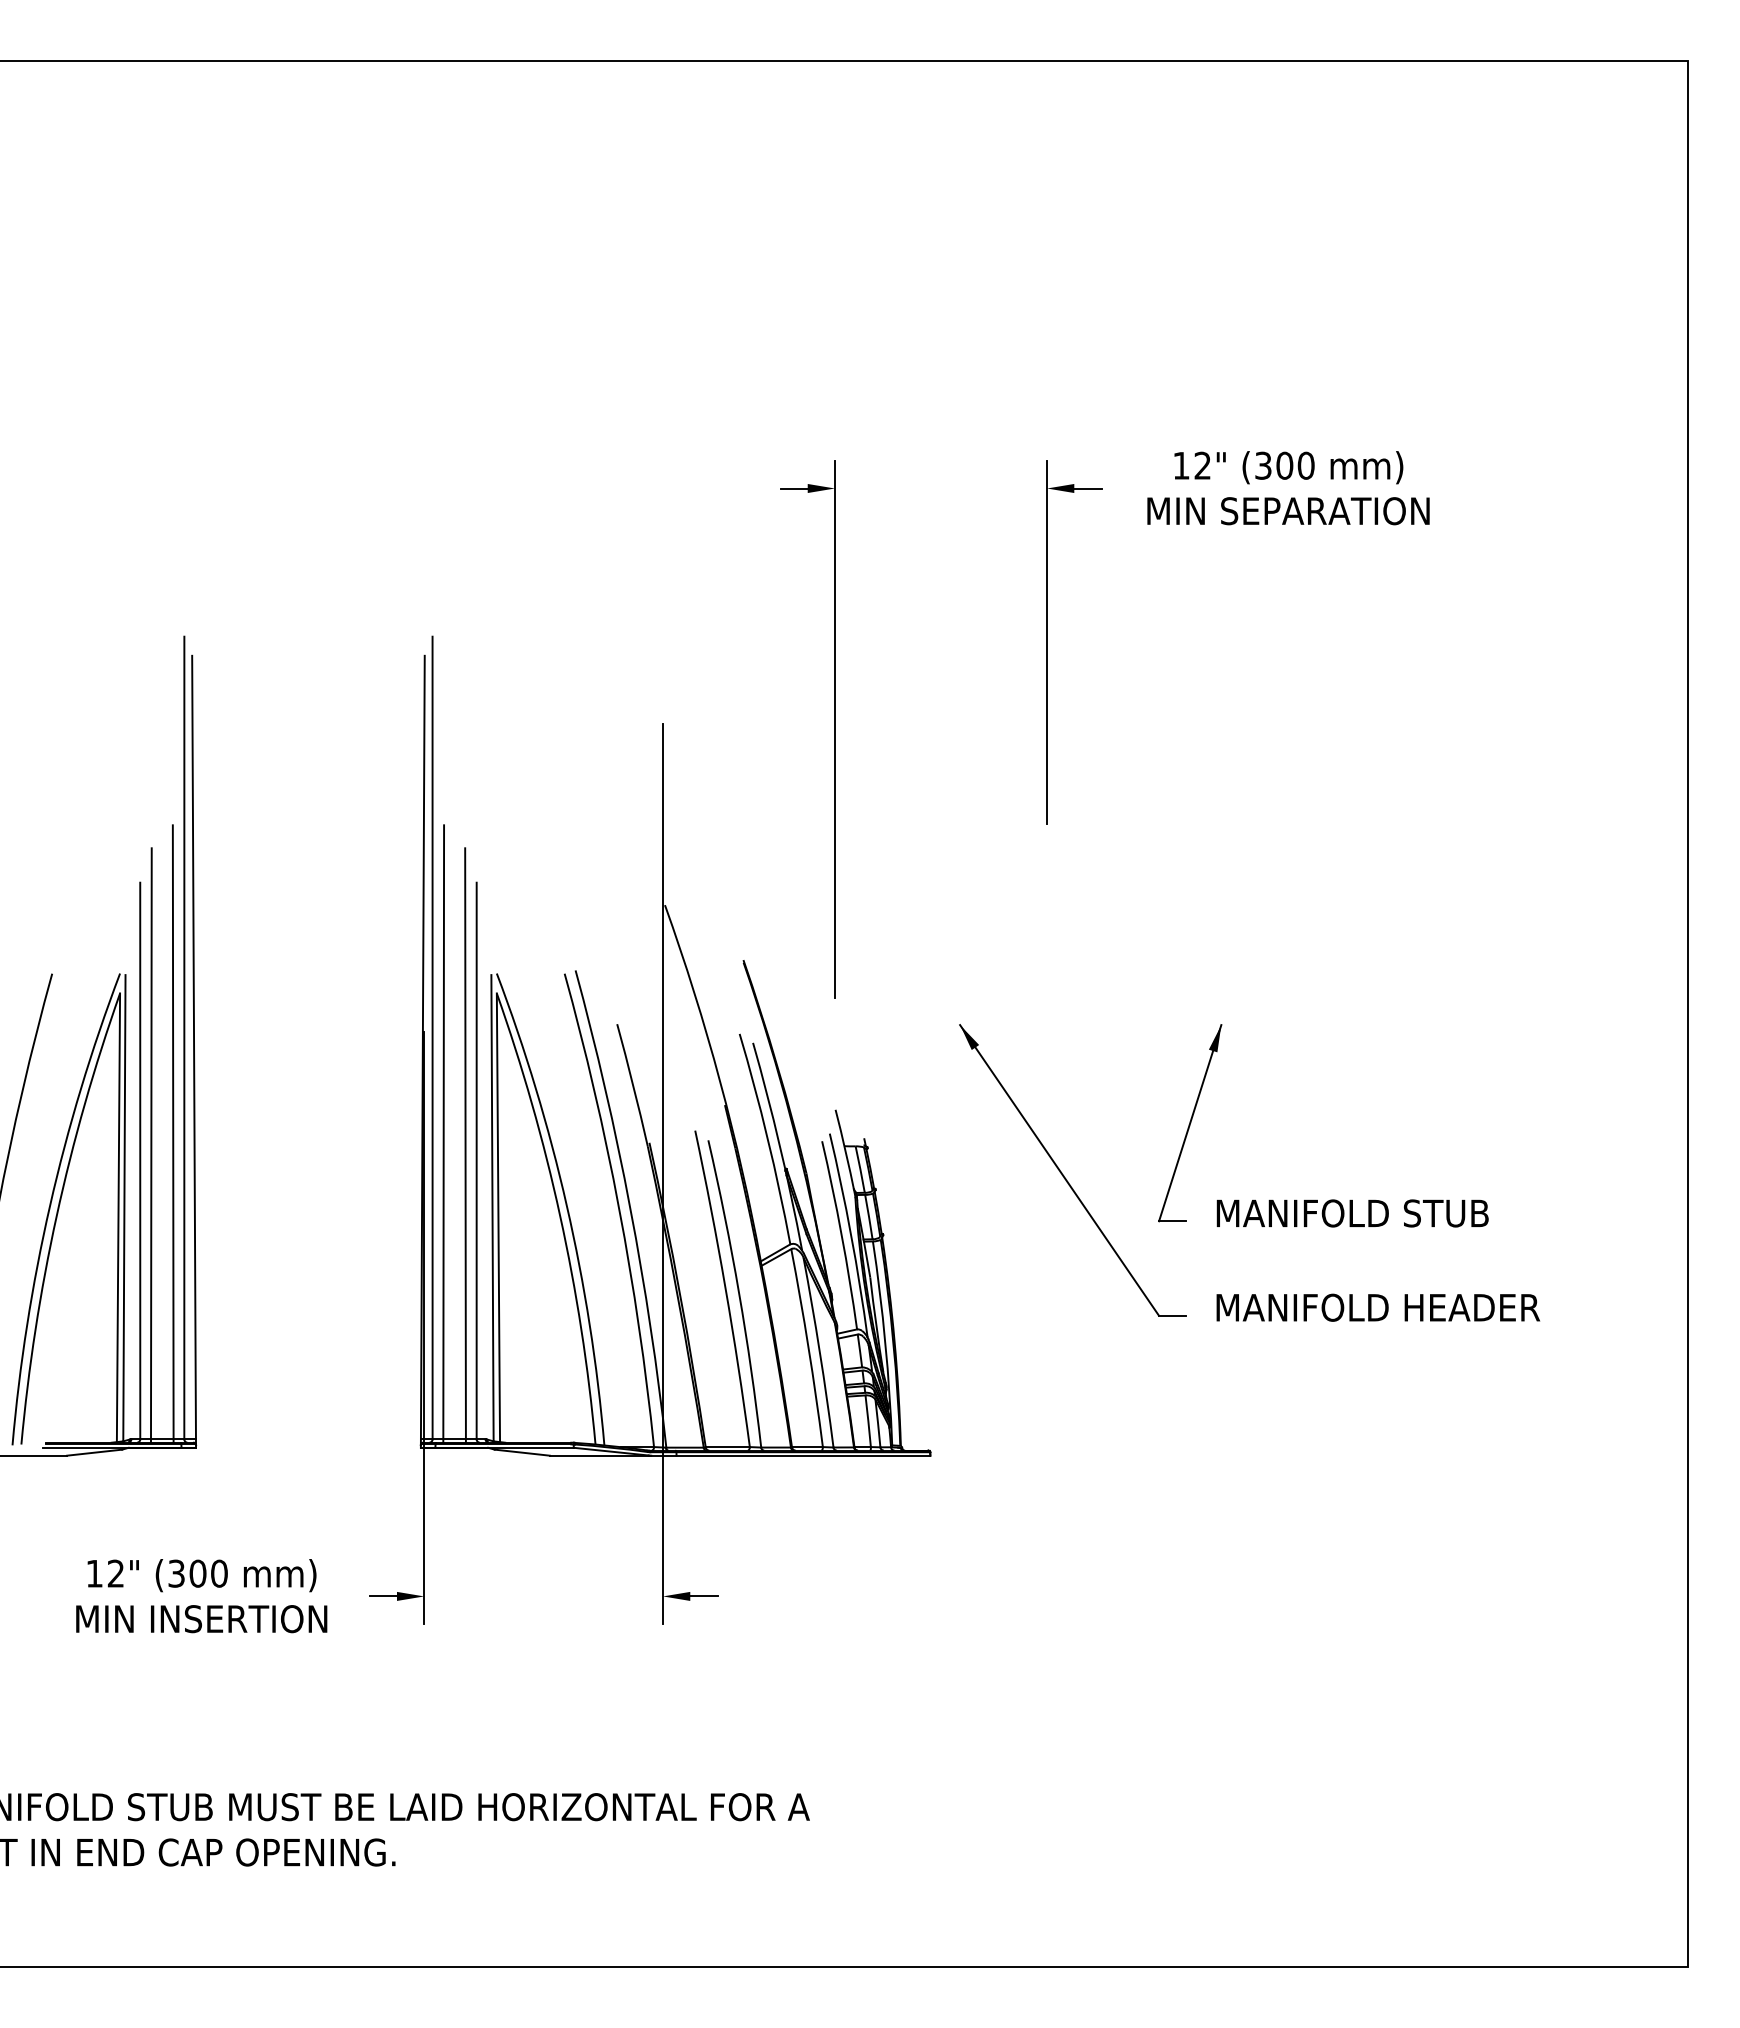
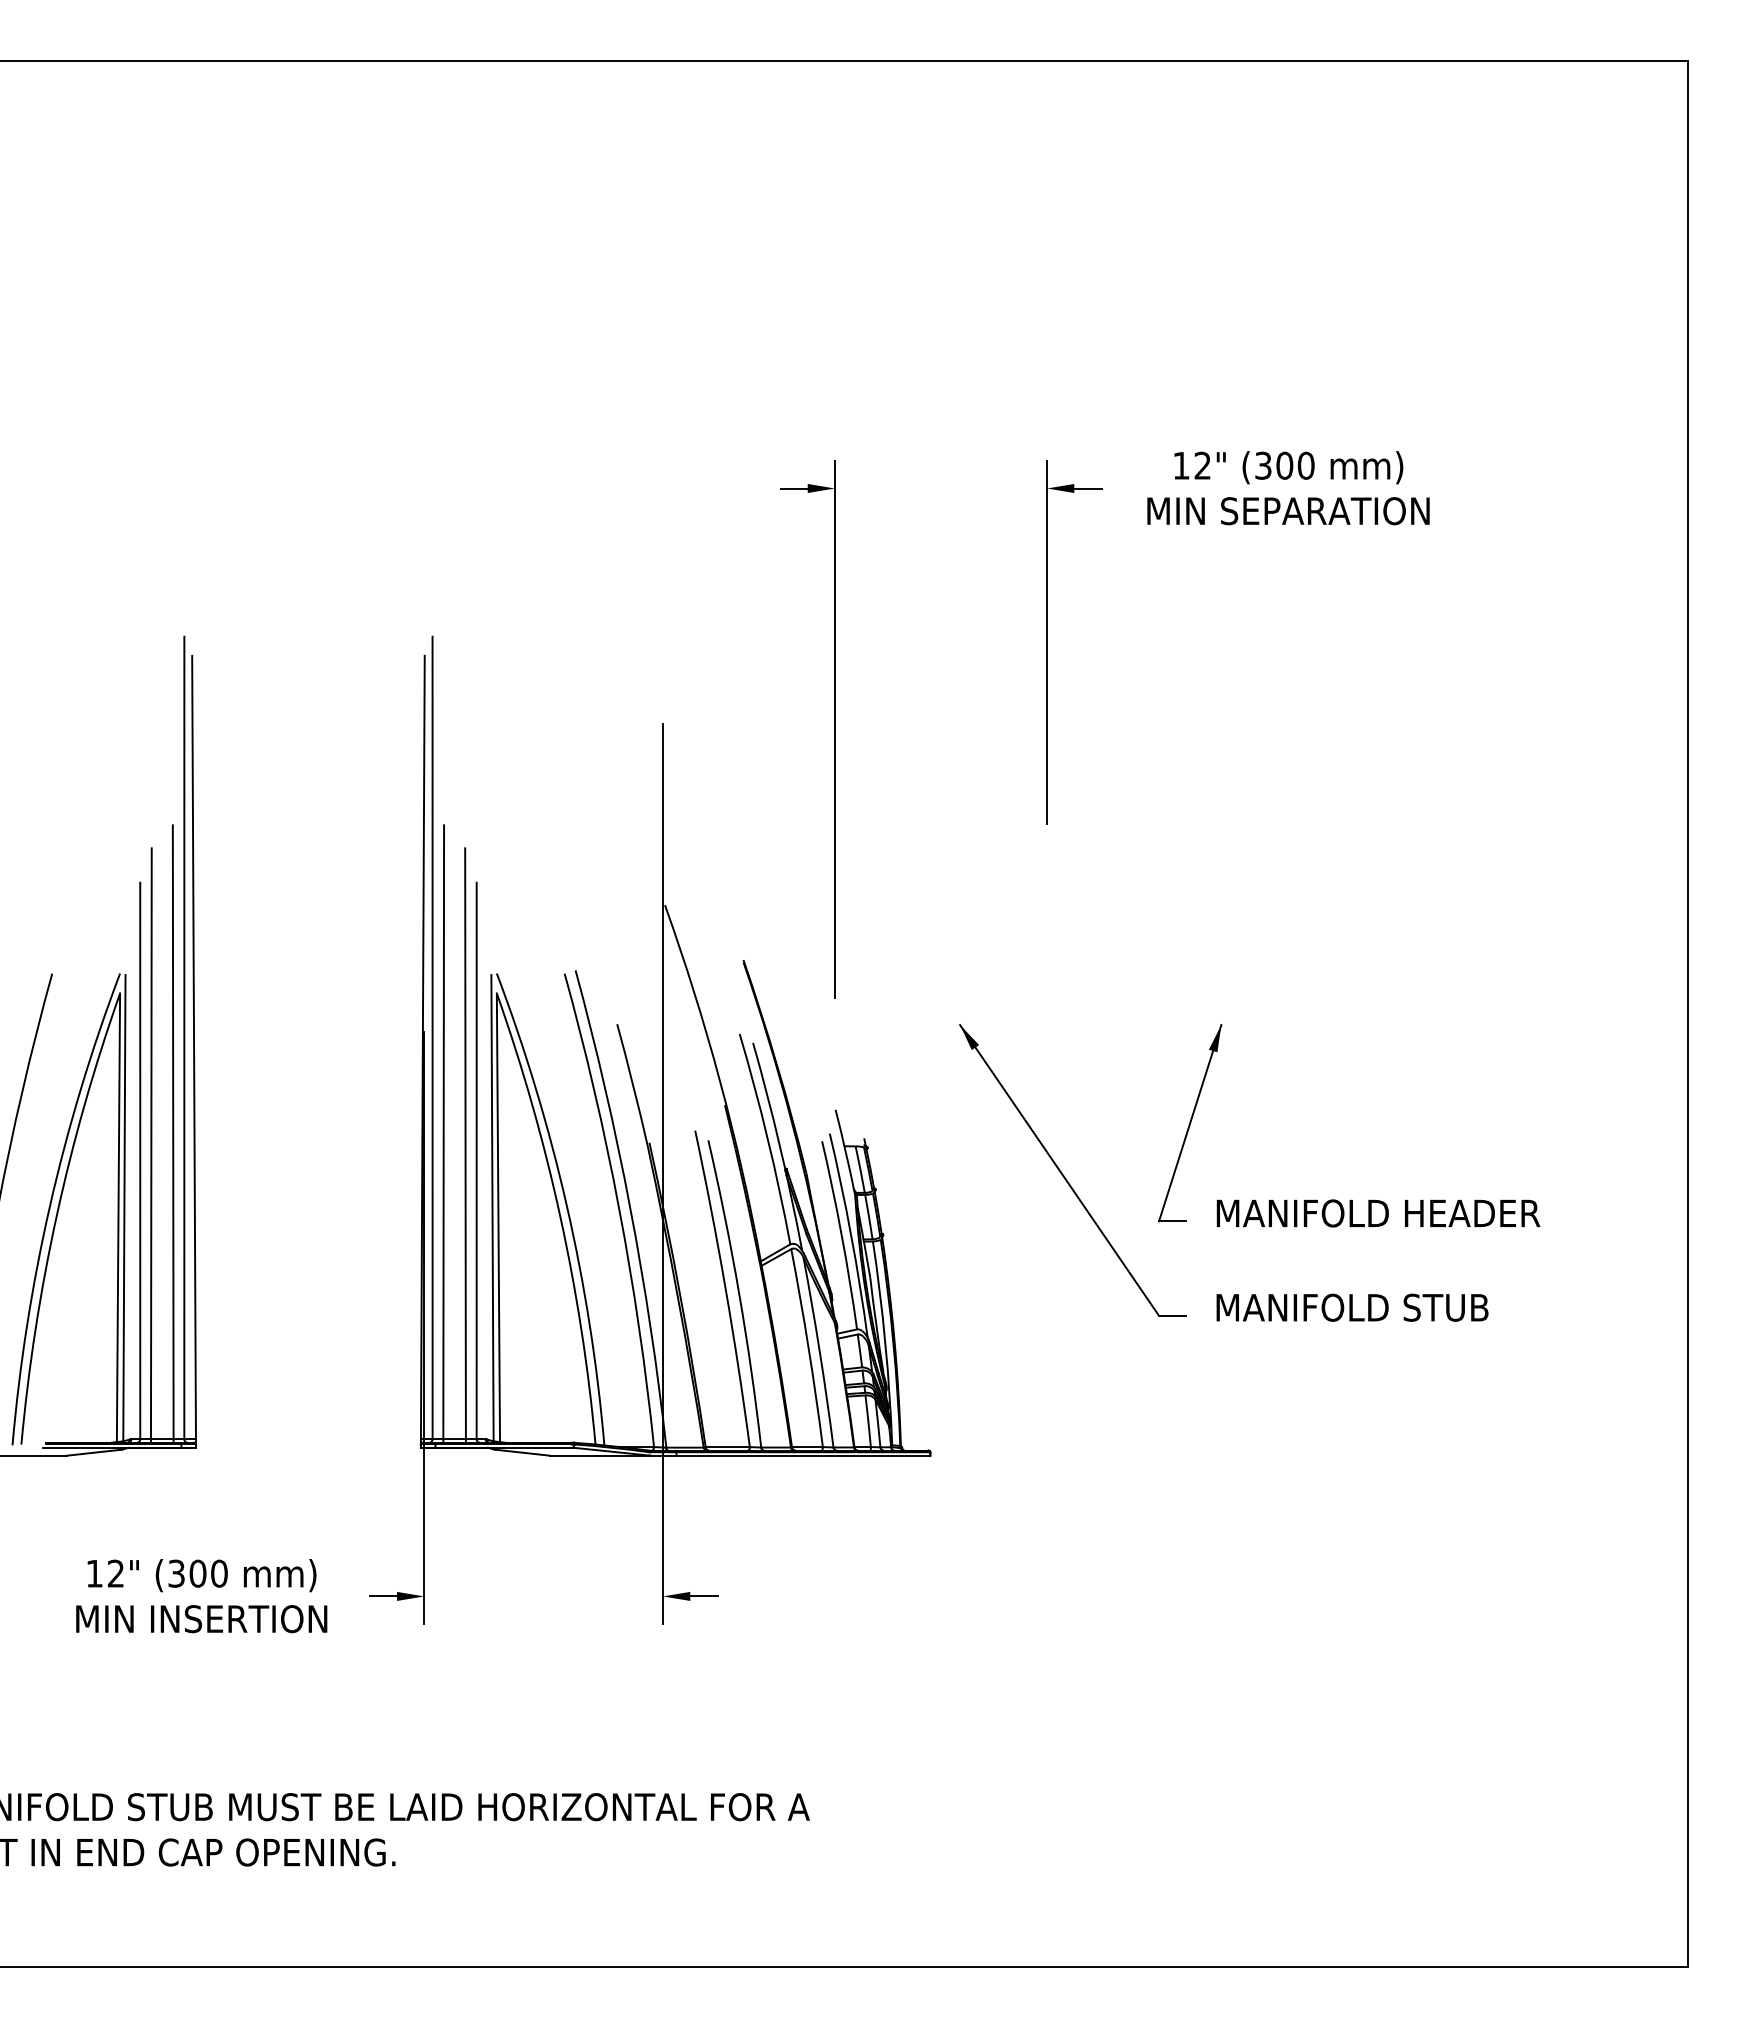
text at (1471, 1213): MANIFOLD STUB -> MANIFOLD HEADER
text at (1471, 1307): MANIFOLD HEADER -> MANIFOLD STUB
